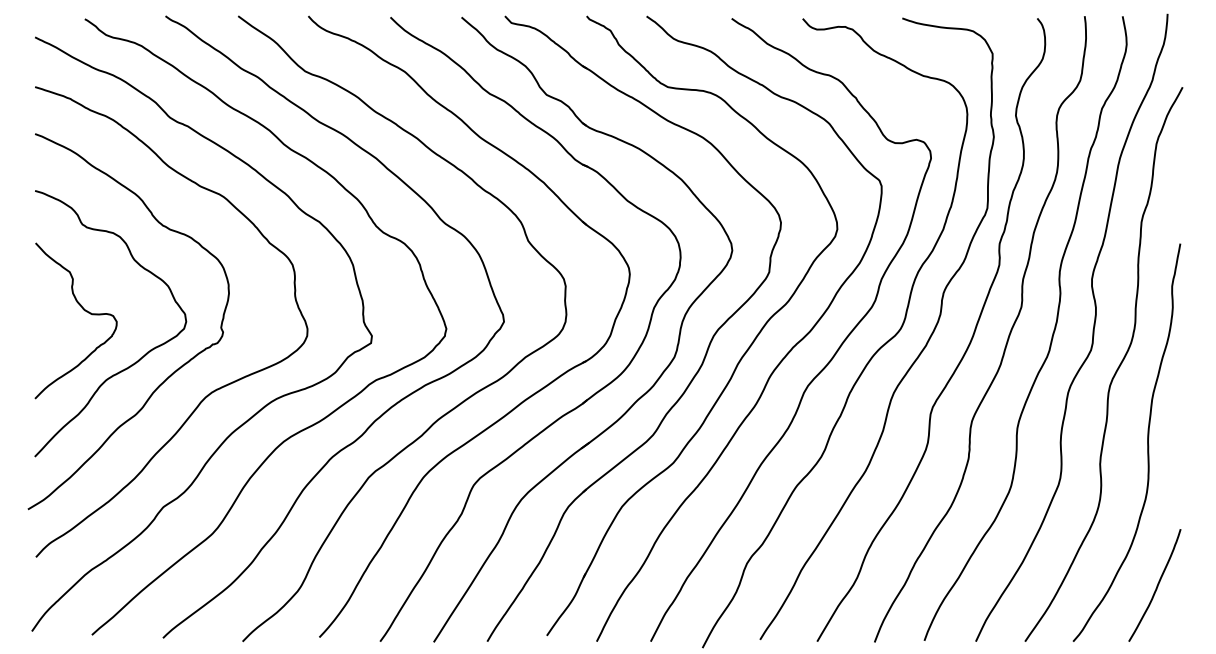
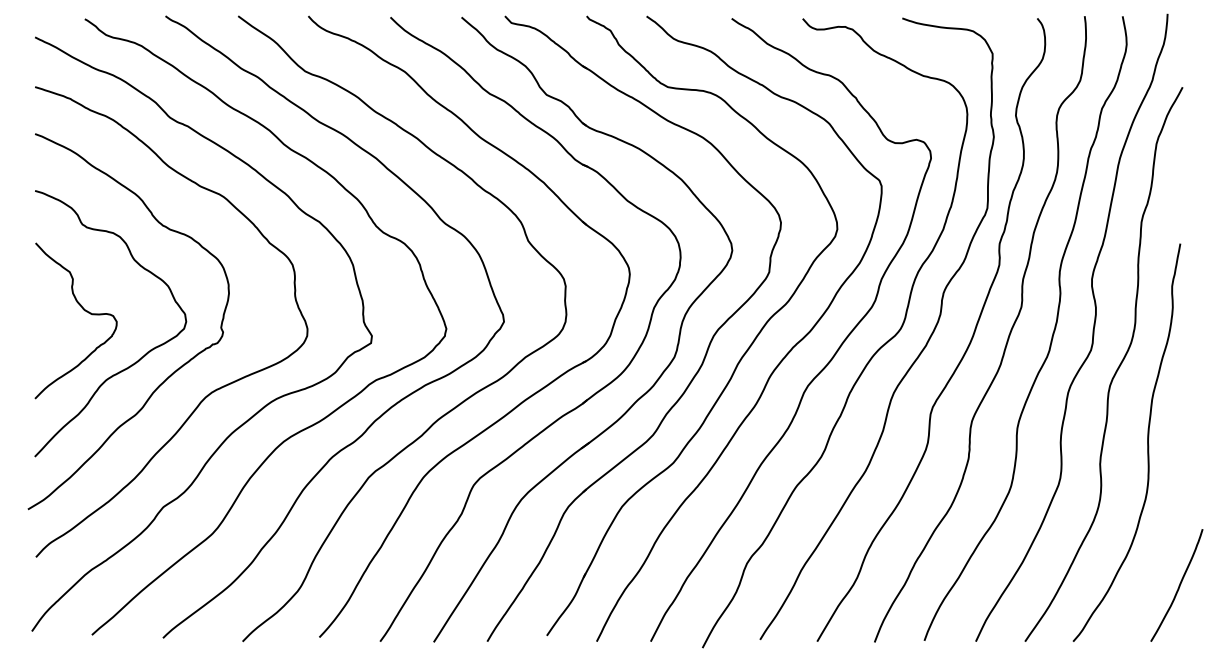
curve at (1156, 585) position: (1156, 585) -> (1178, 585)
